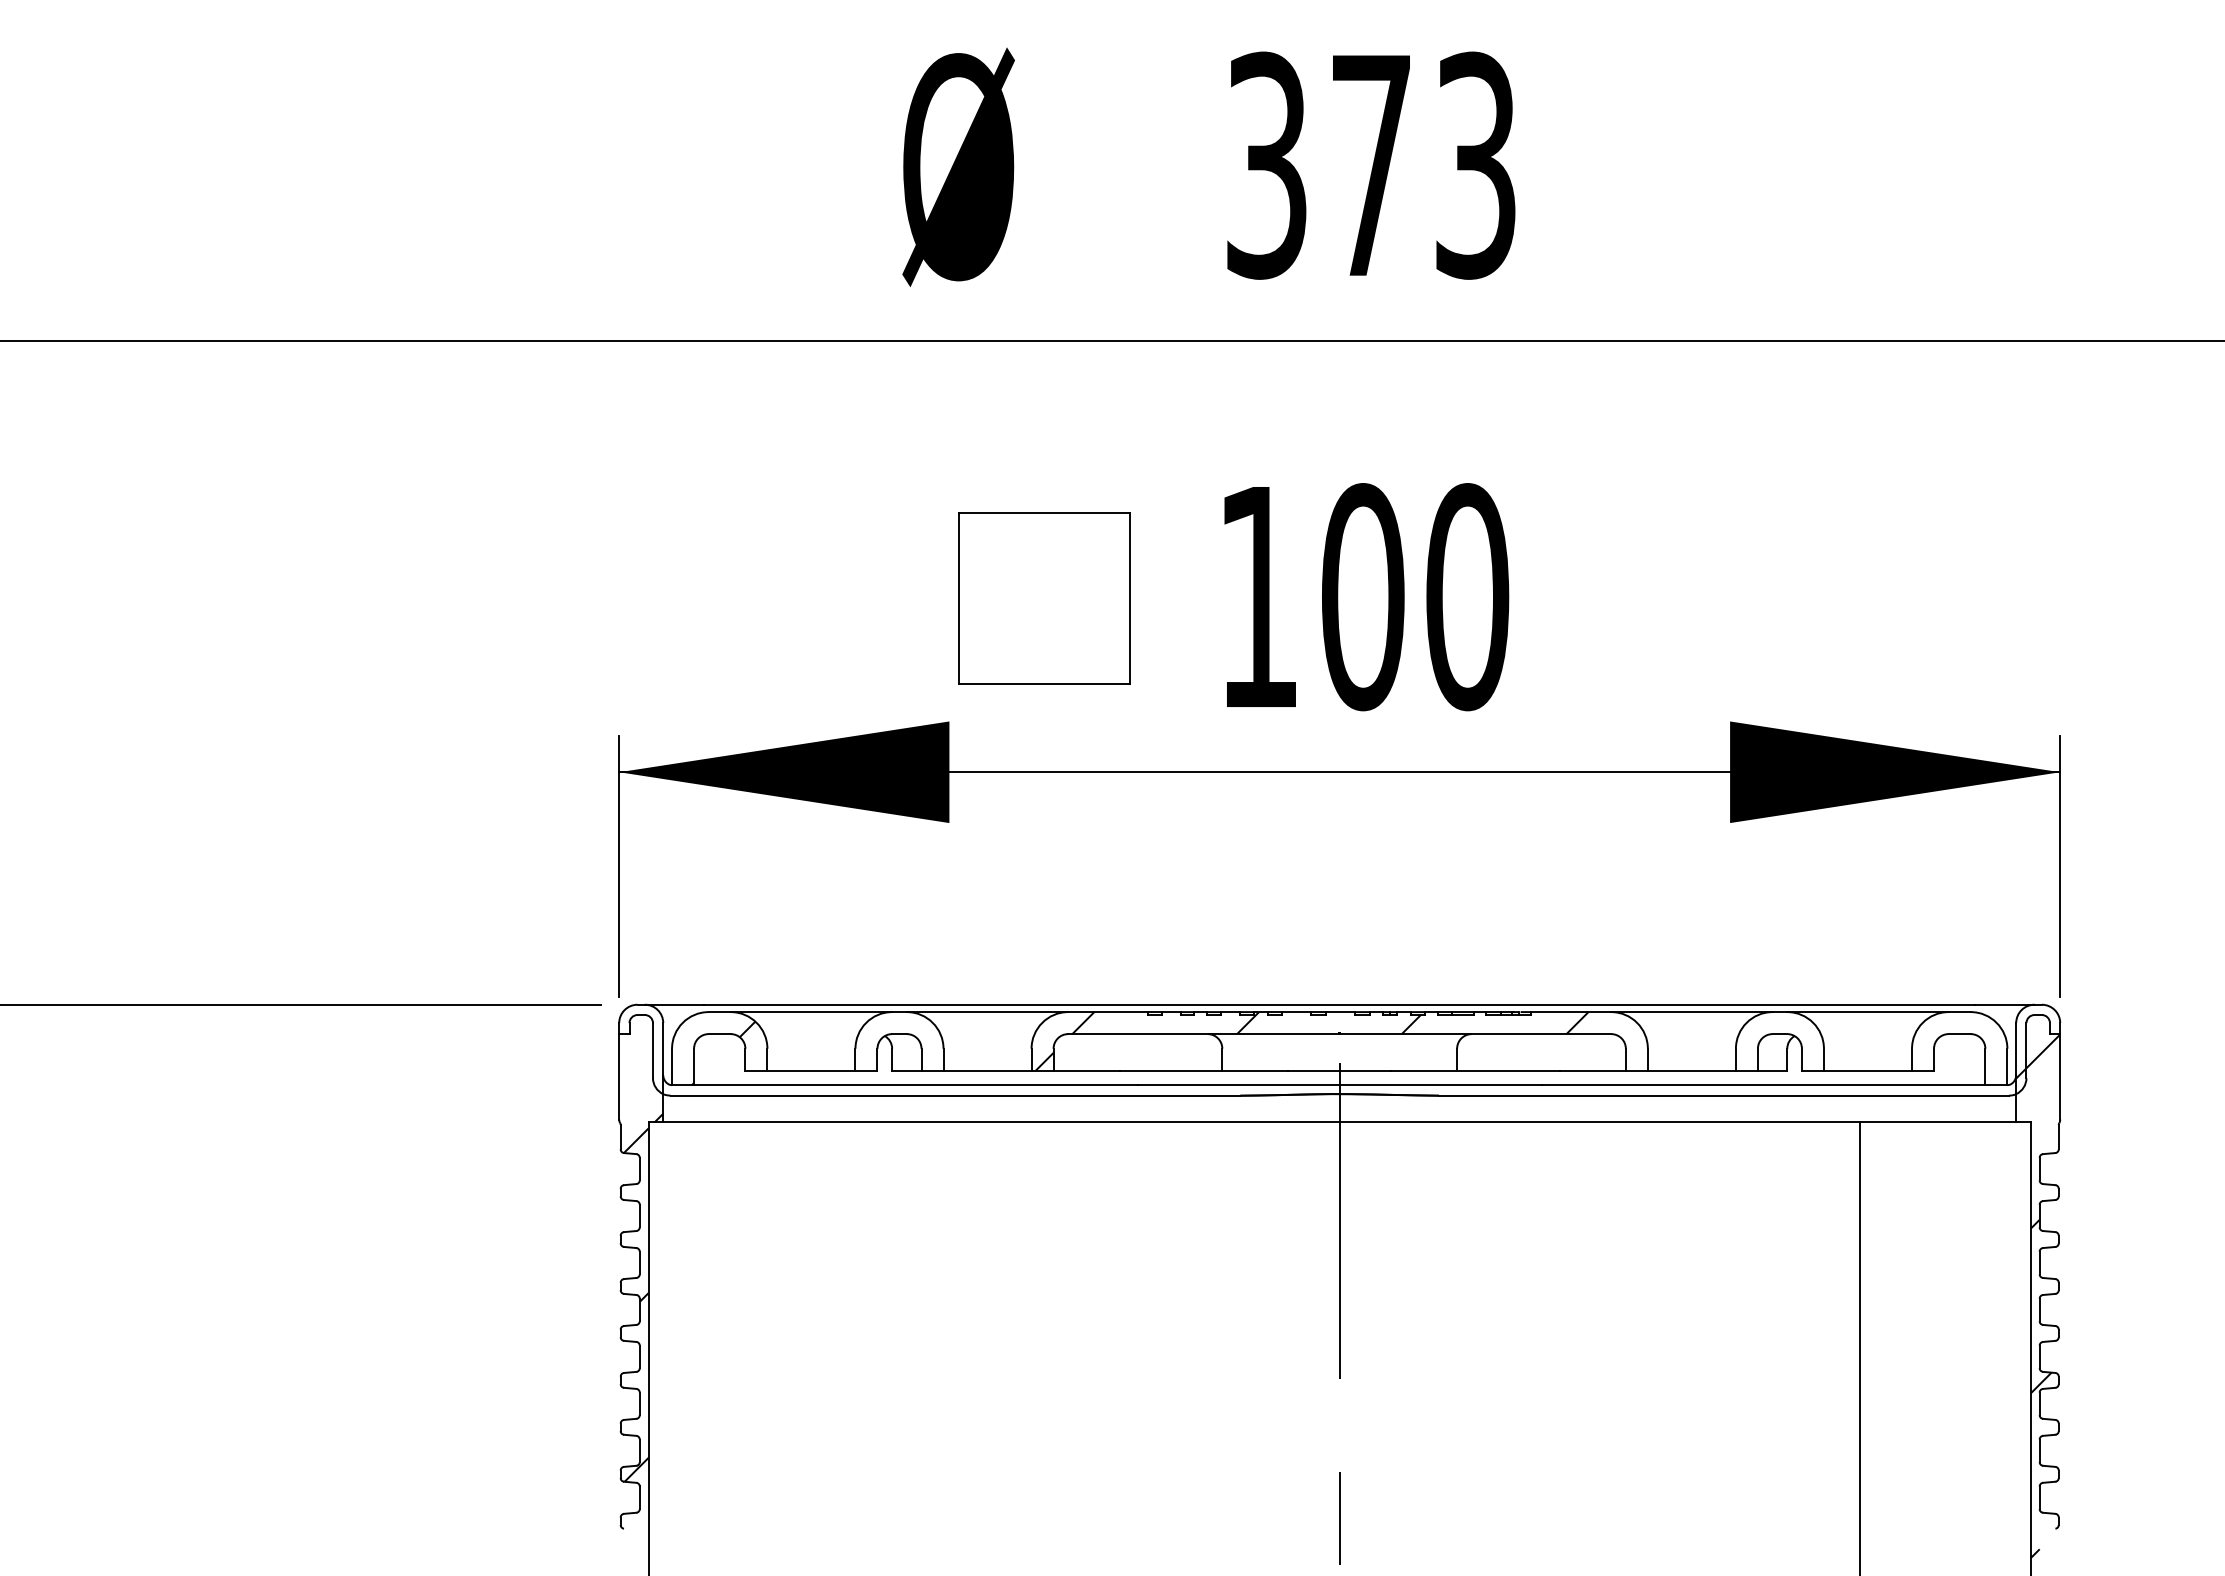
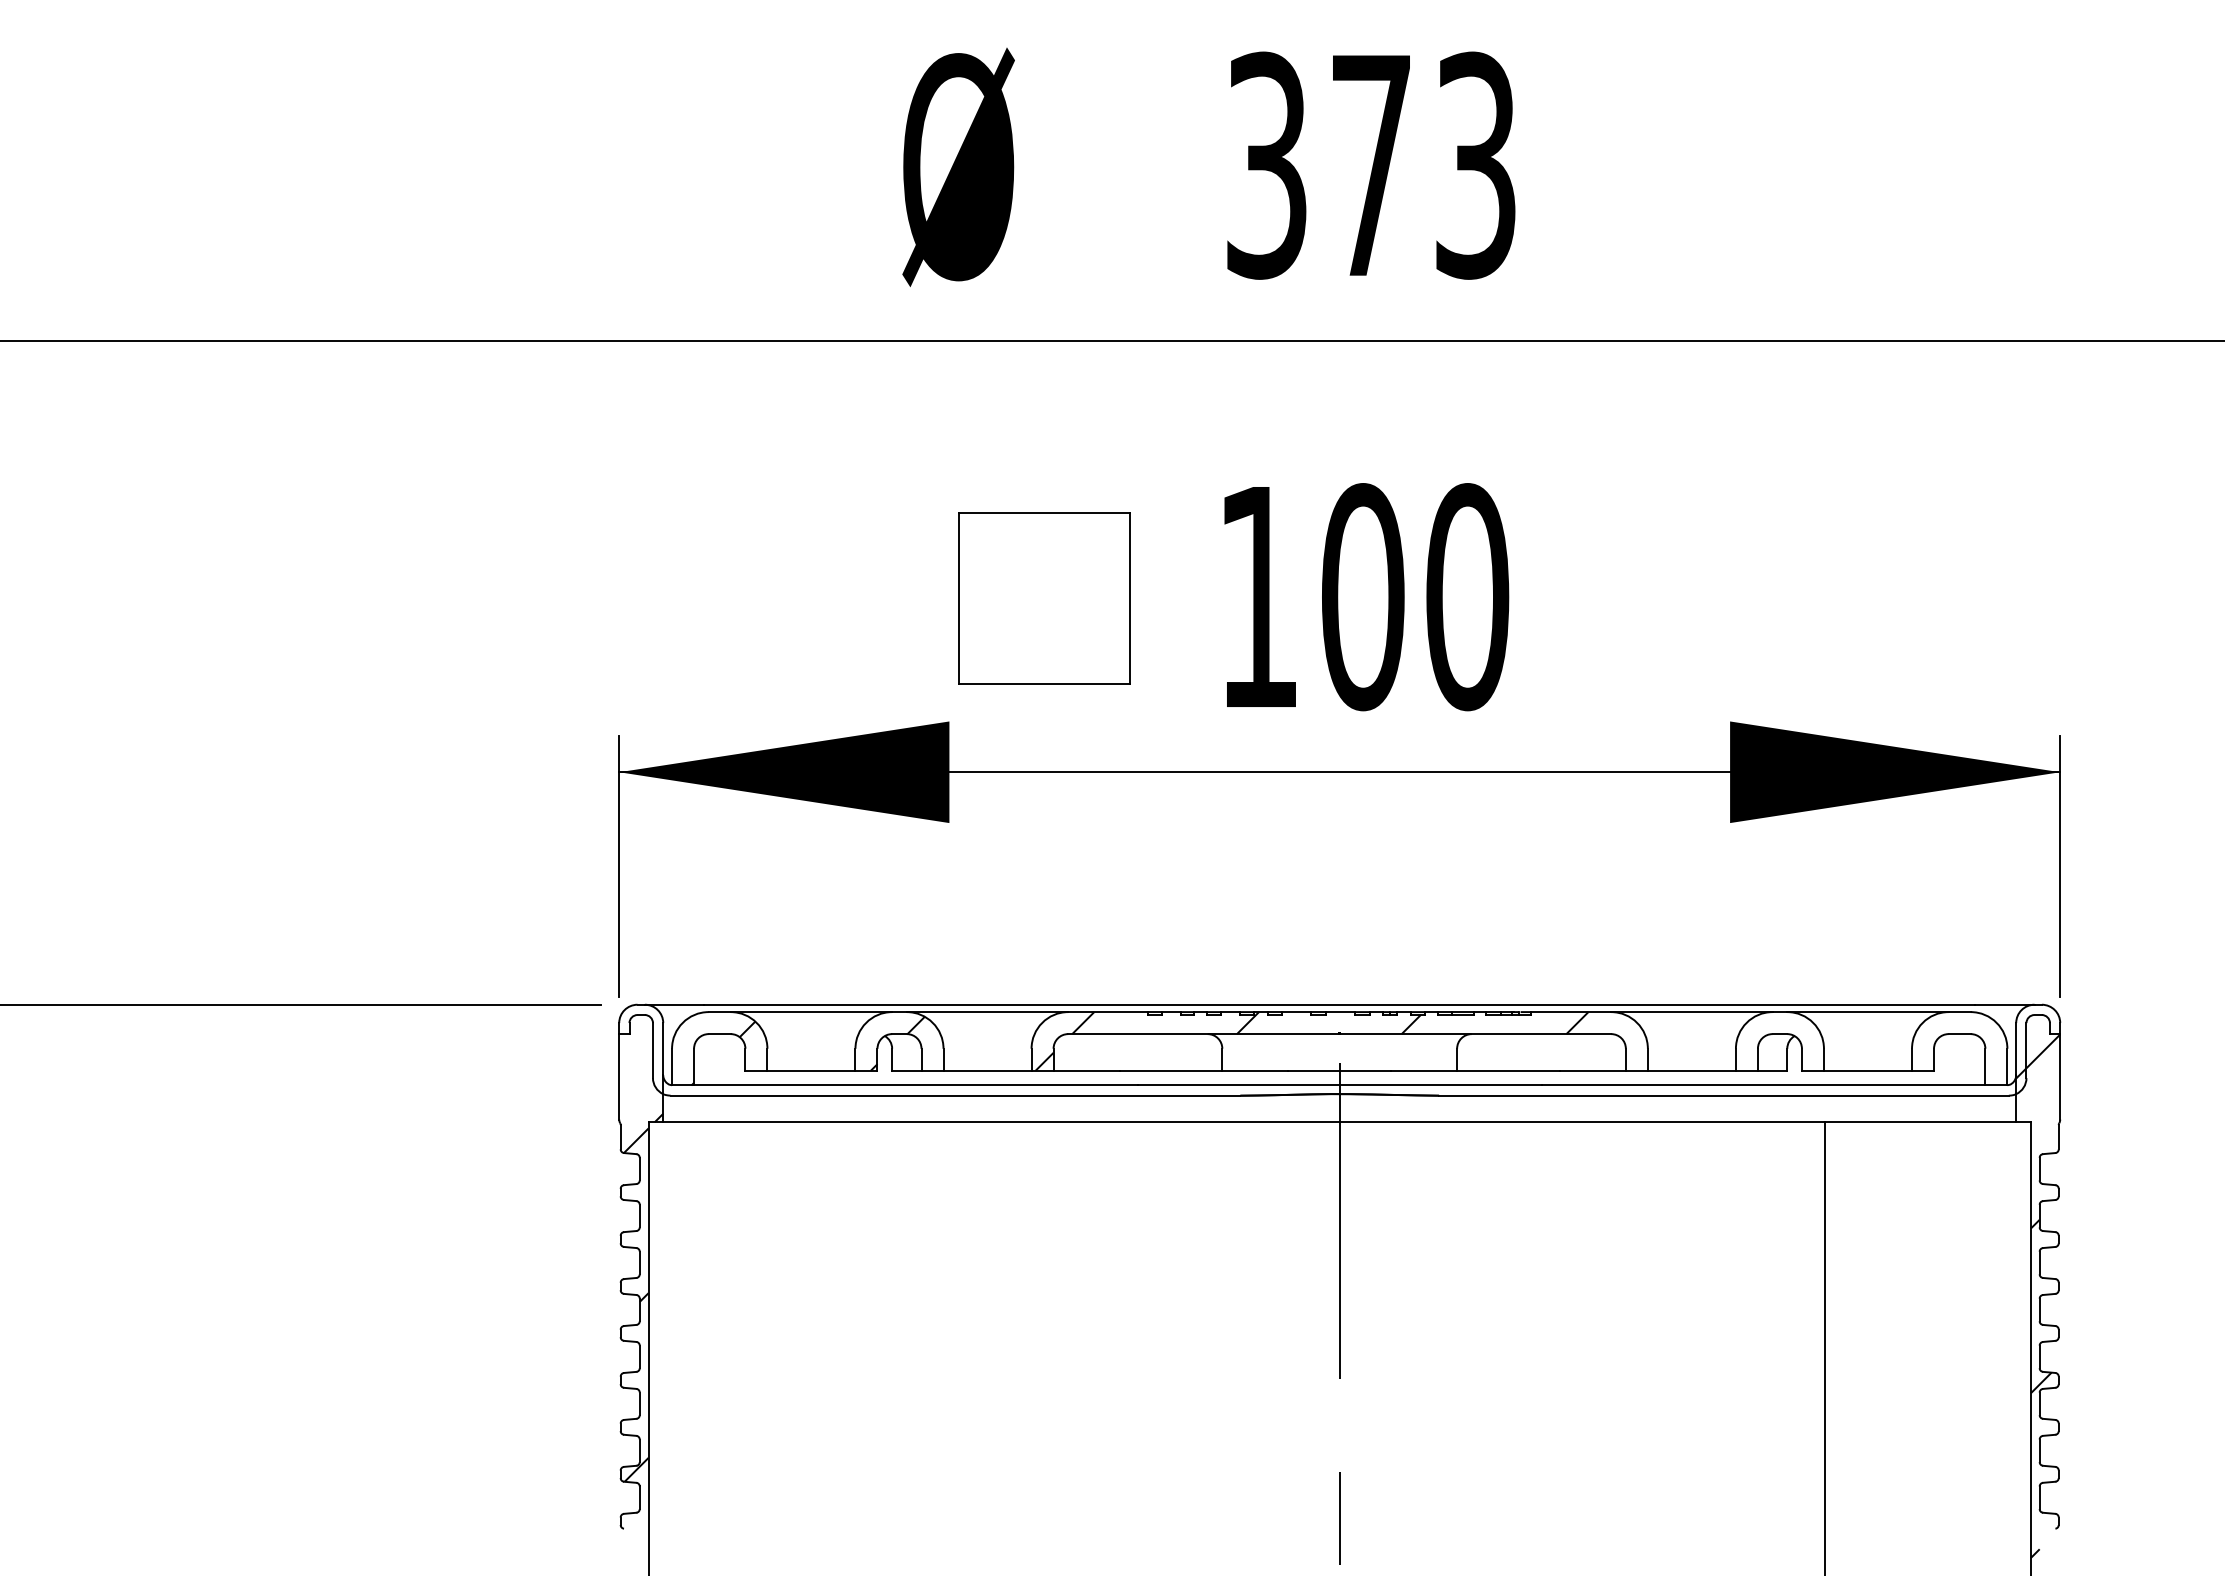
hatch at (897, 1043): none -> present
line at (1860, 1347) position: (1860, 1347) -> (1825, 1347)
